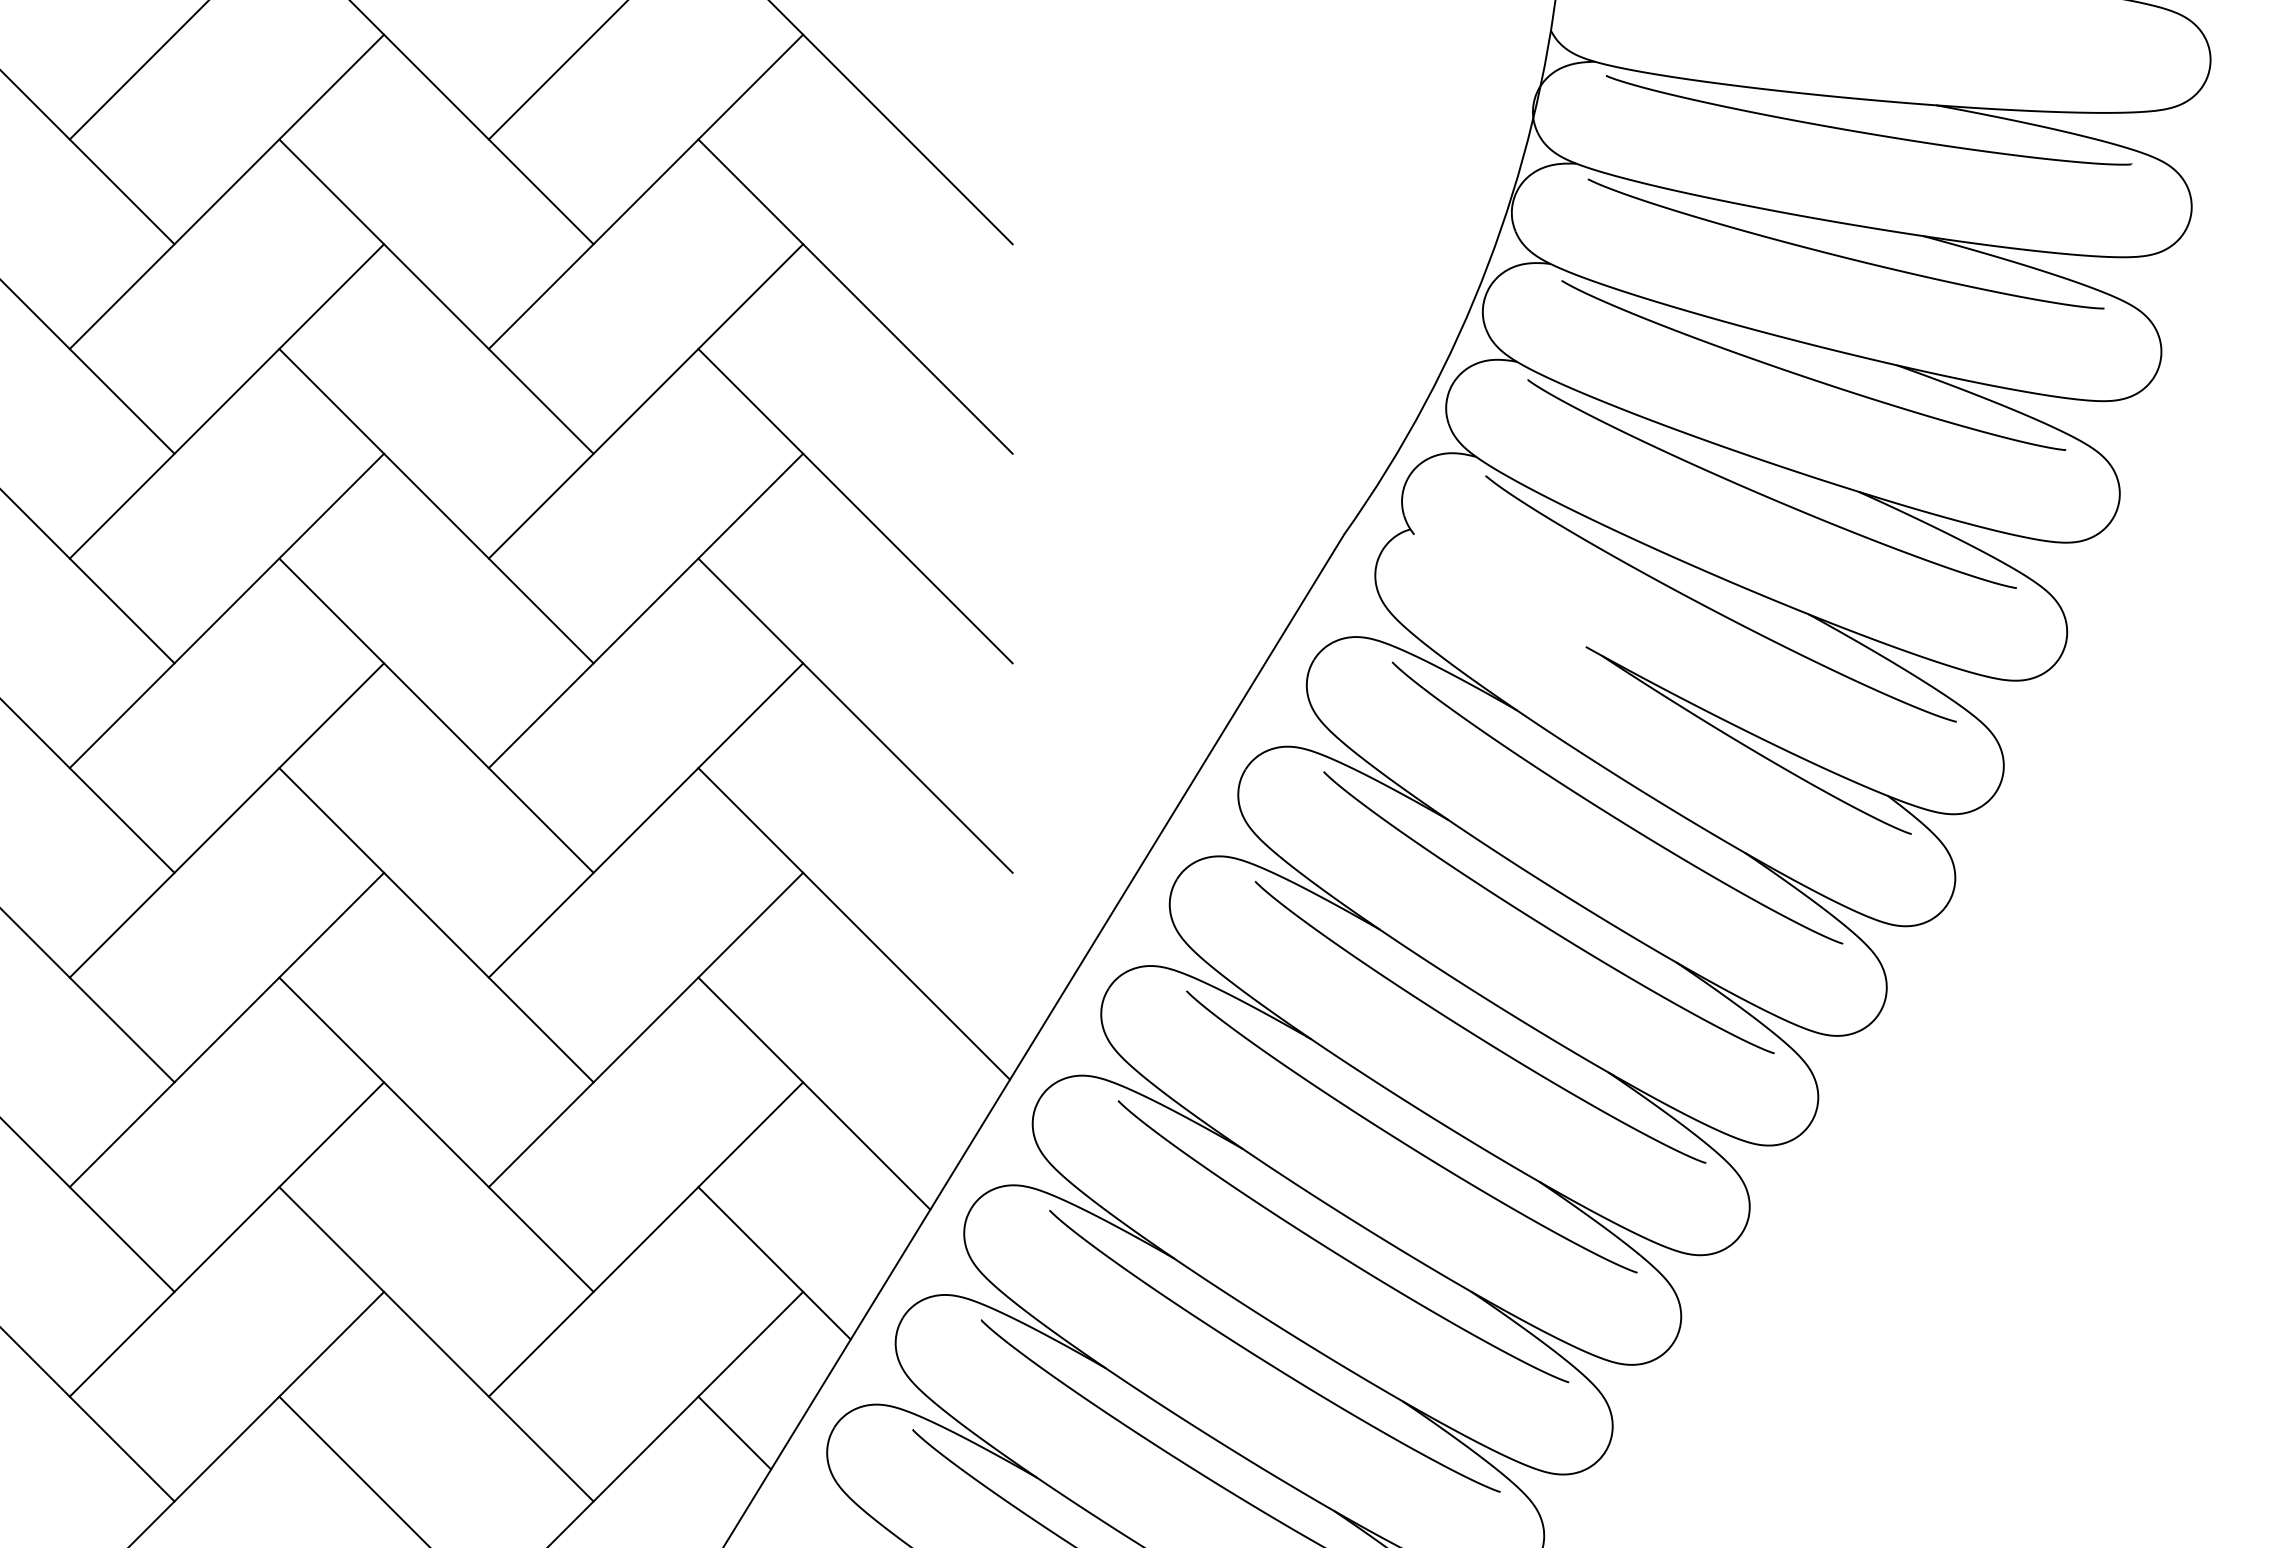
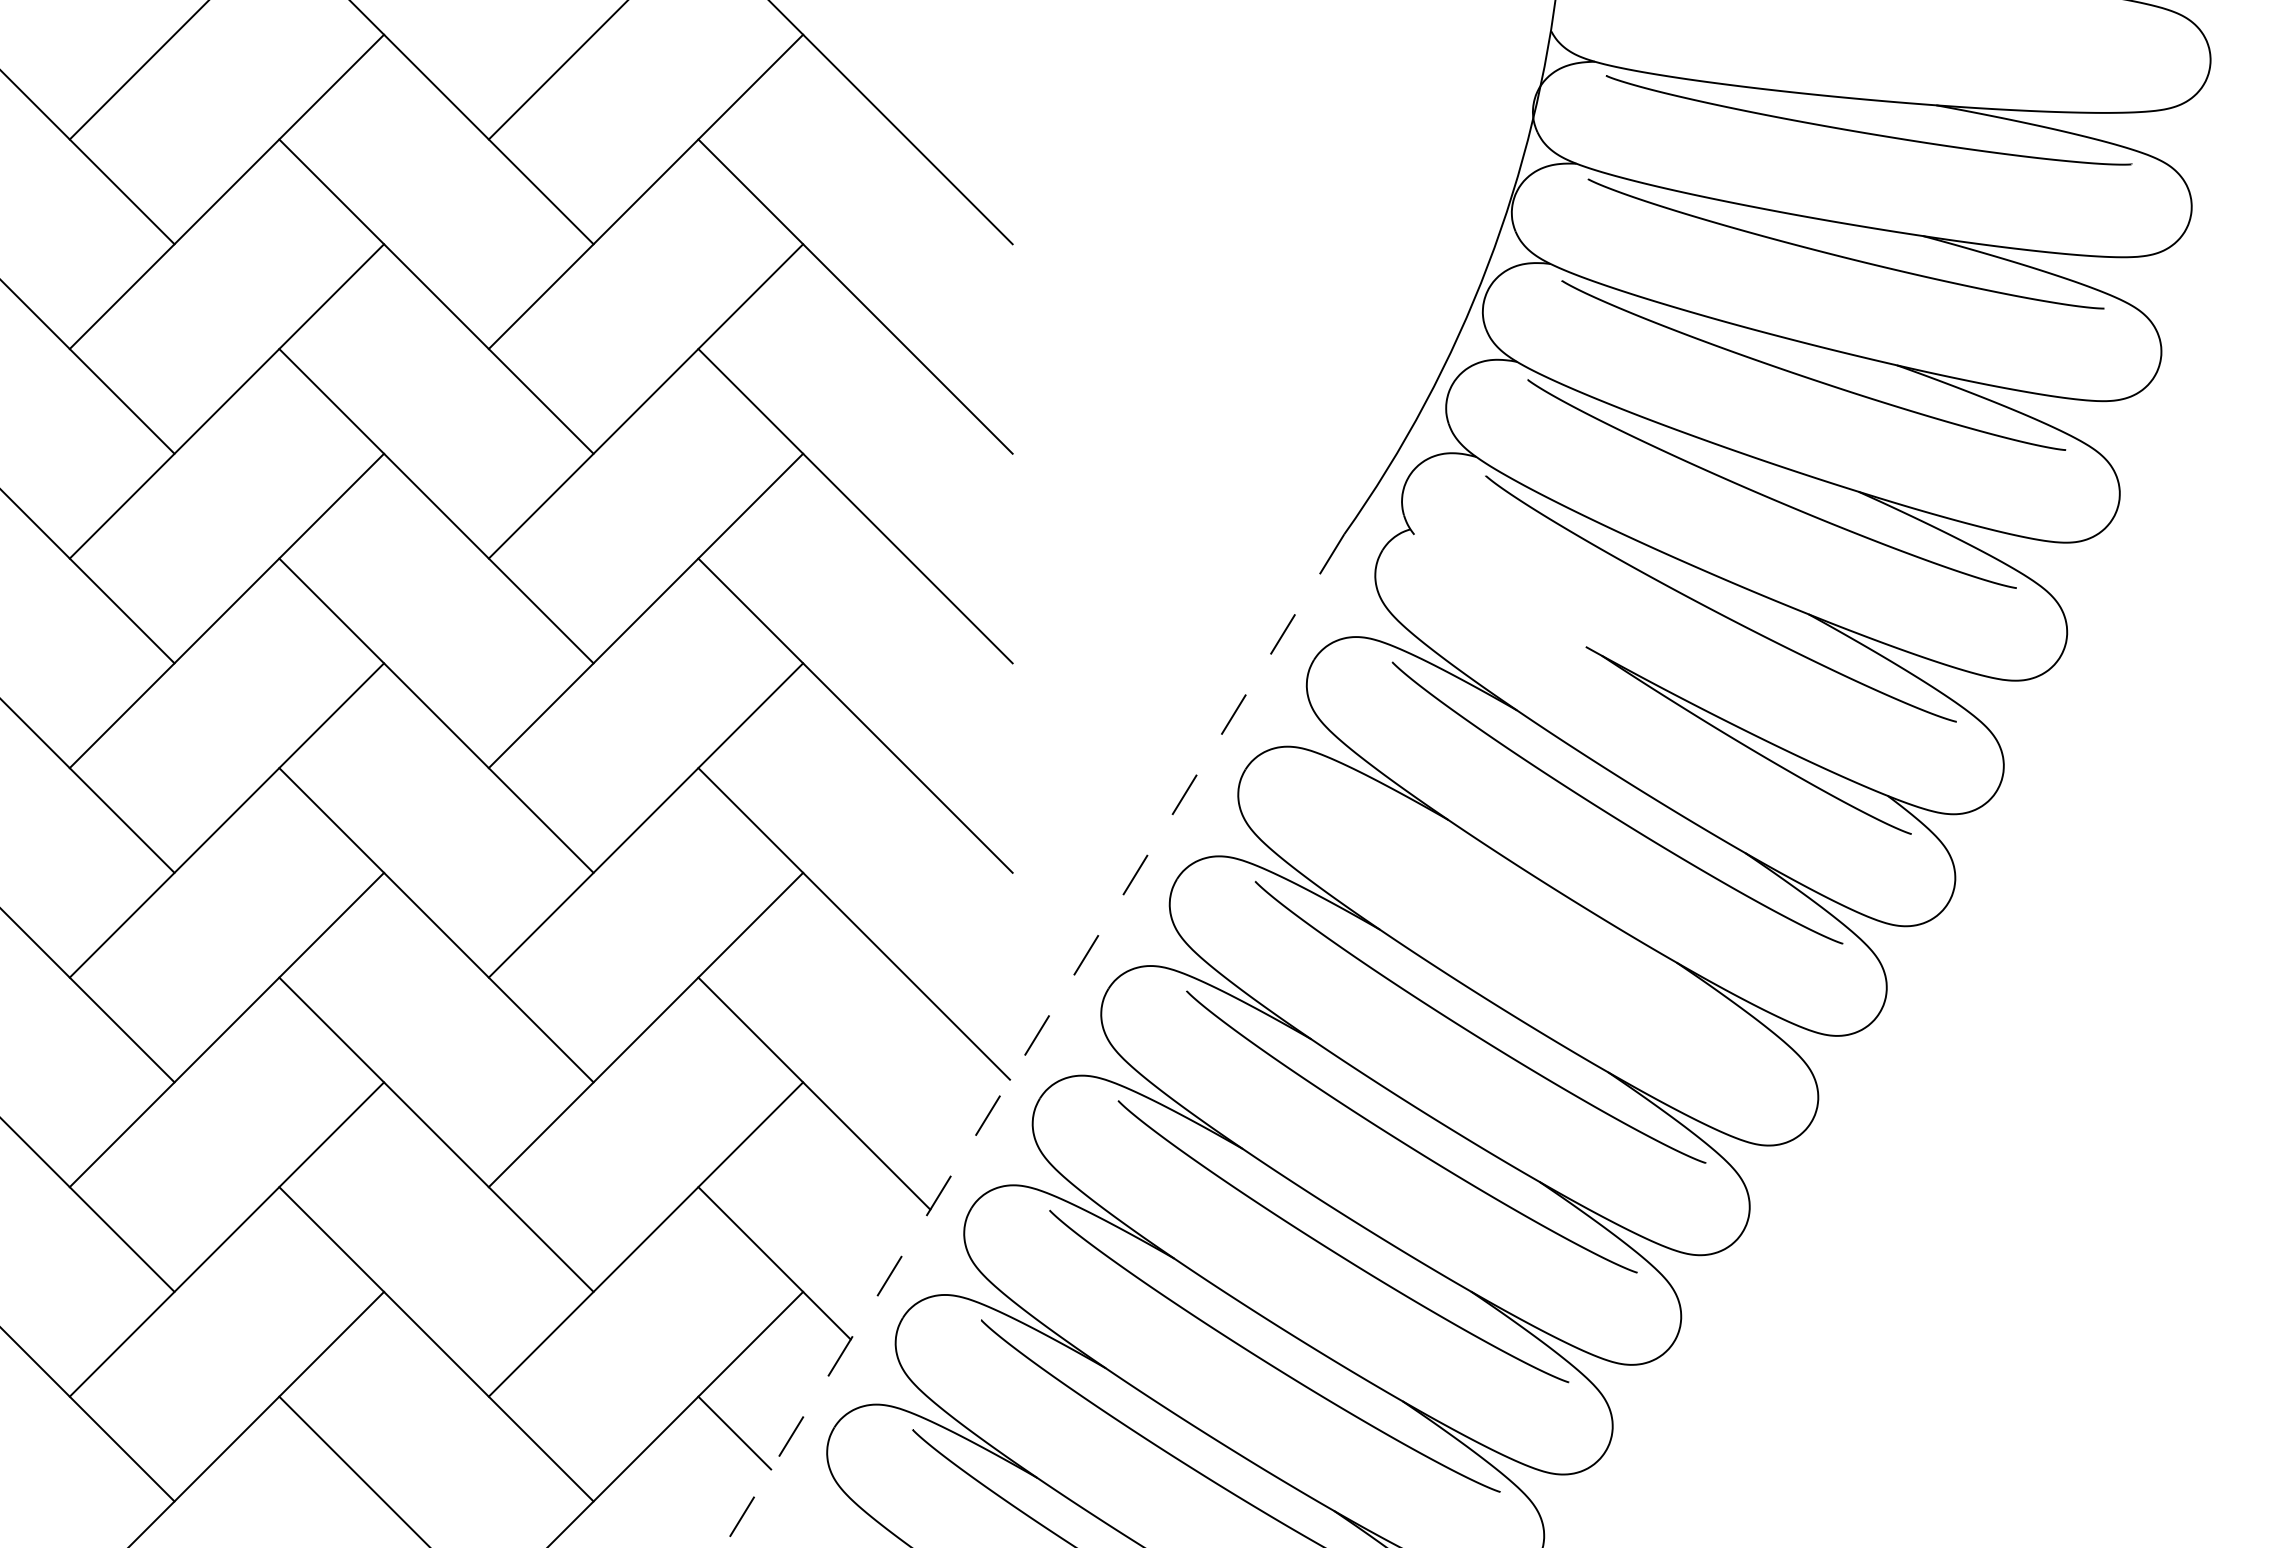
curve at (1542, 923): present -> none
line at (1033, 1041): solid -> dashed
